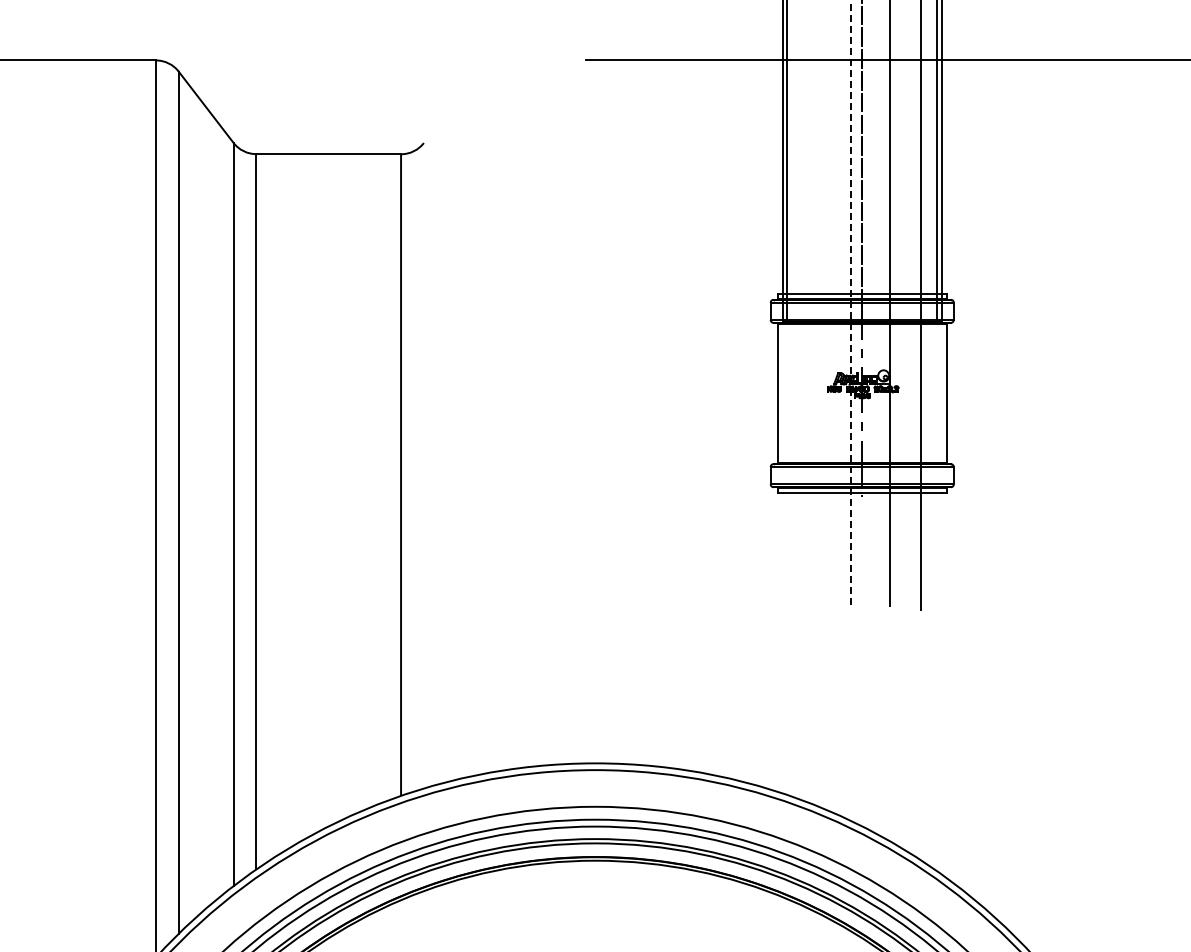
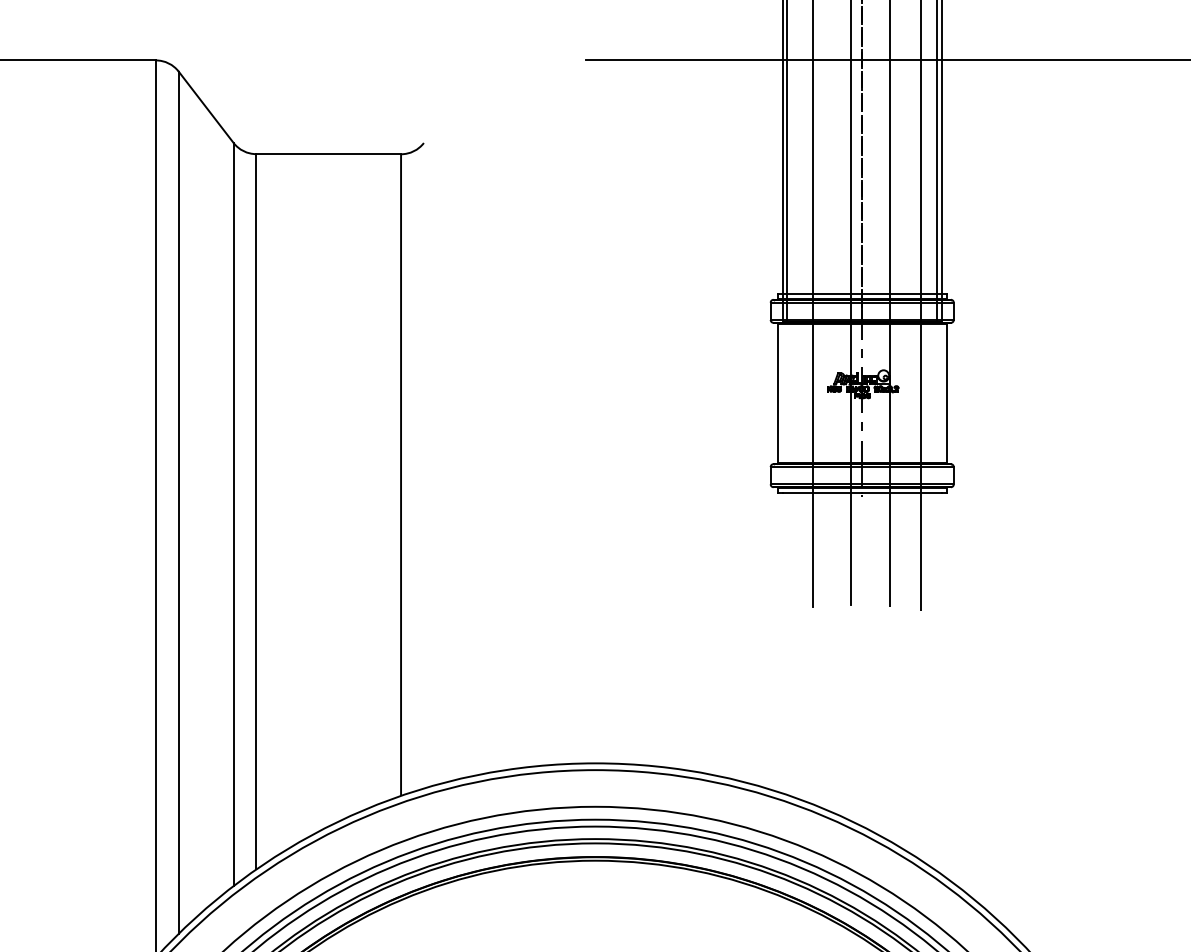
line at (850, 302): dashed -> solid
line at (812, 304): none -> present
